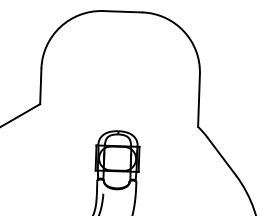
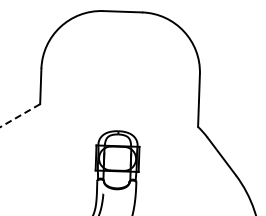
line at (20, 115): solid -> dashed
